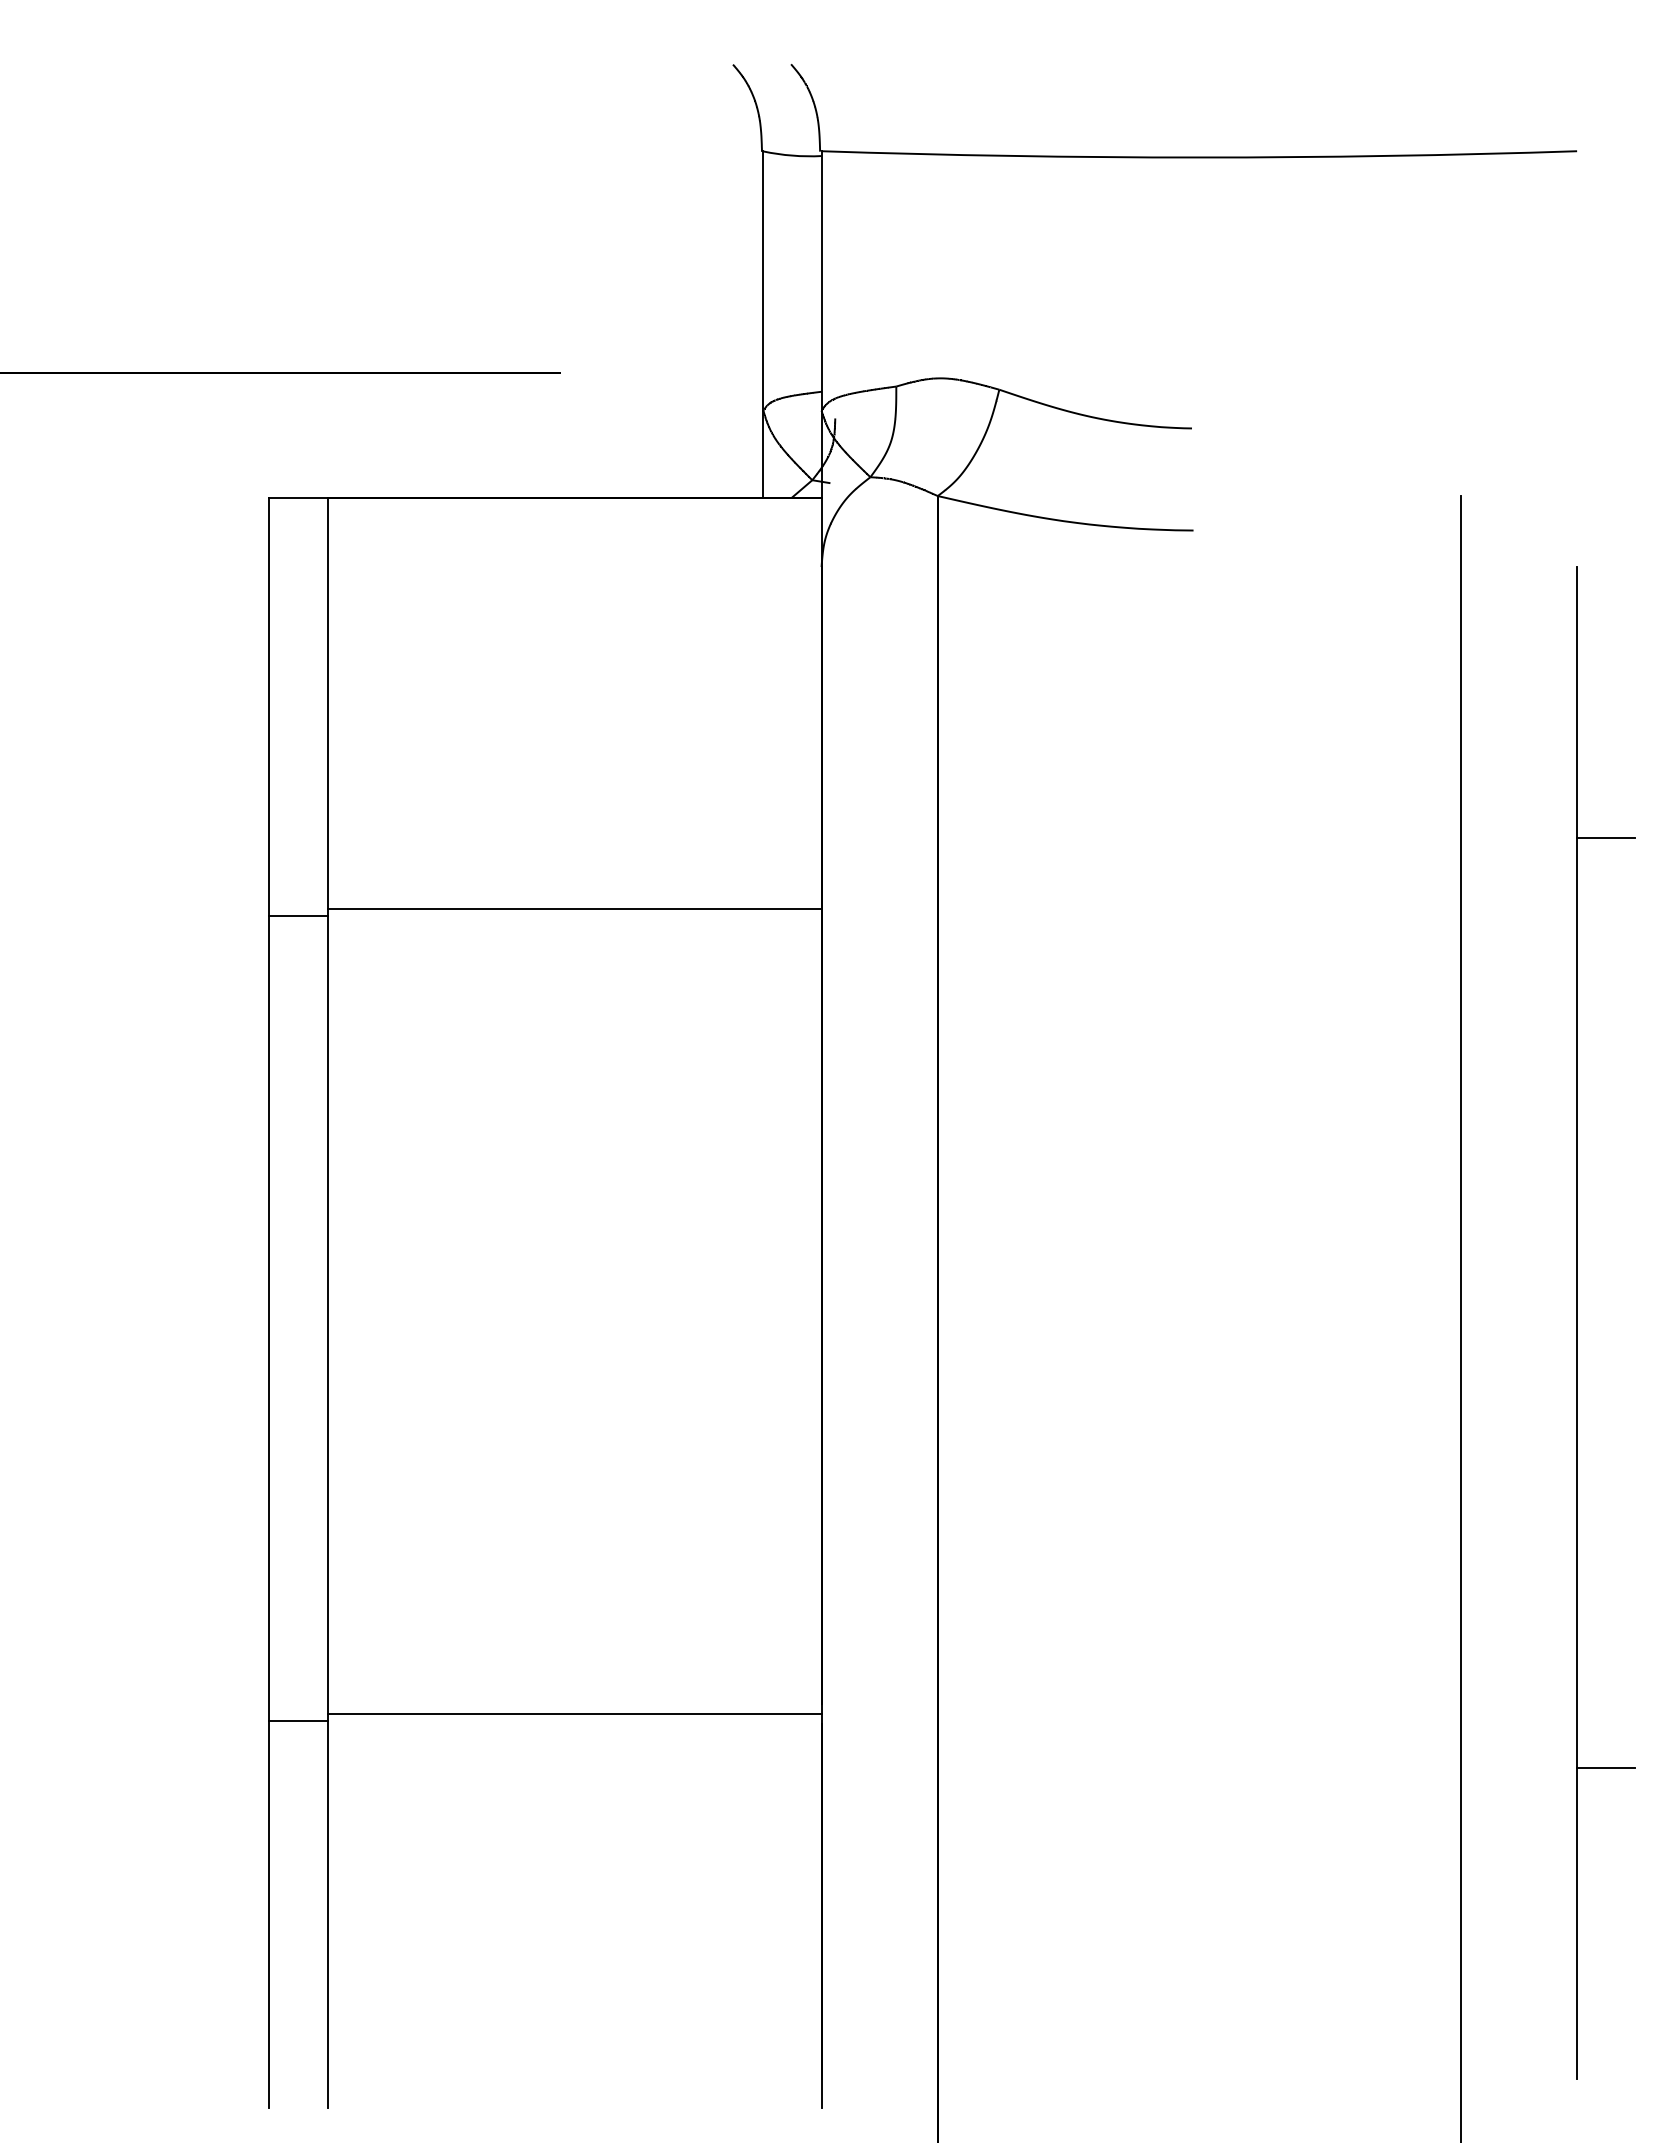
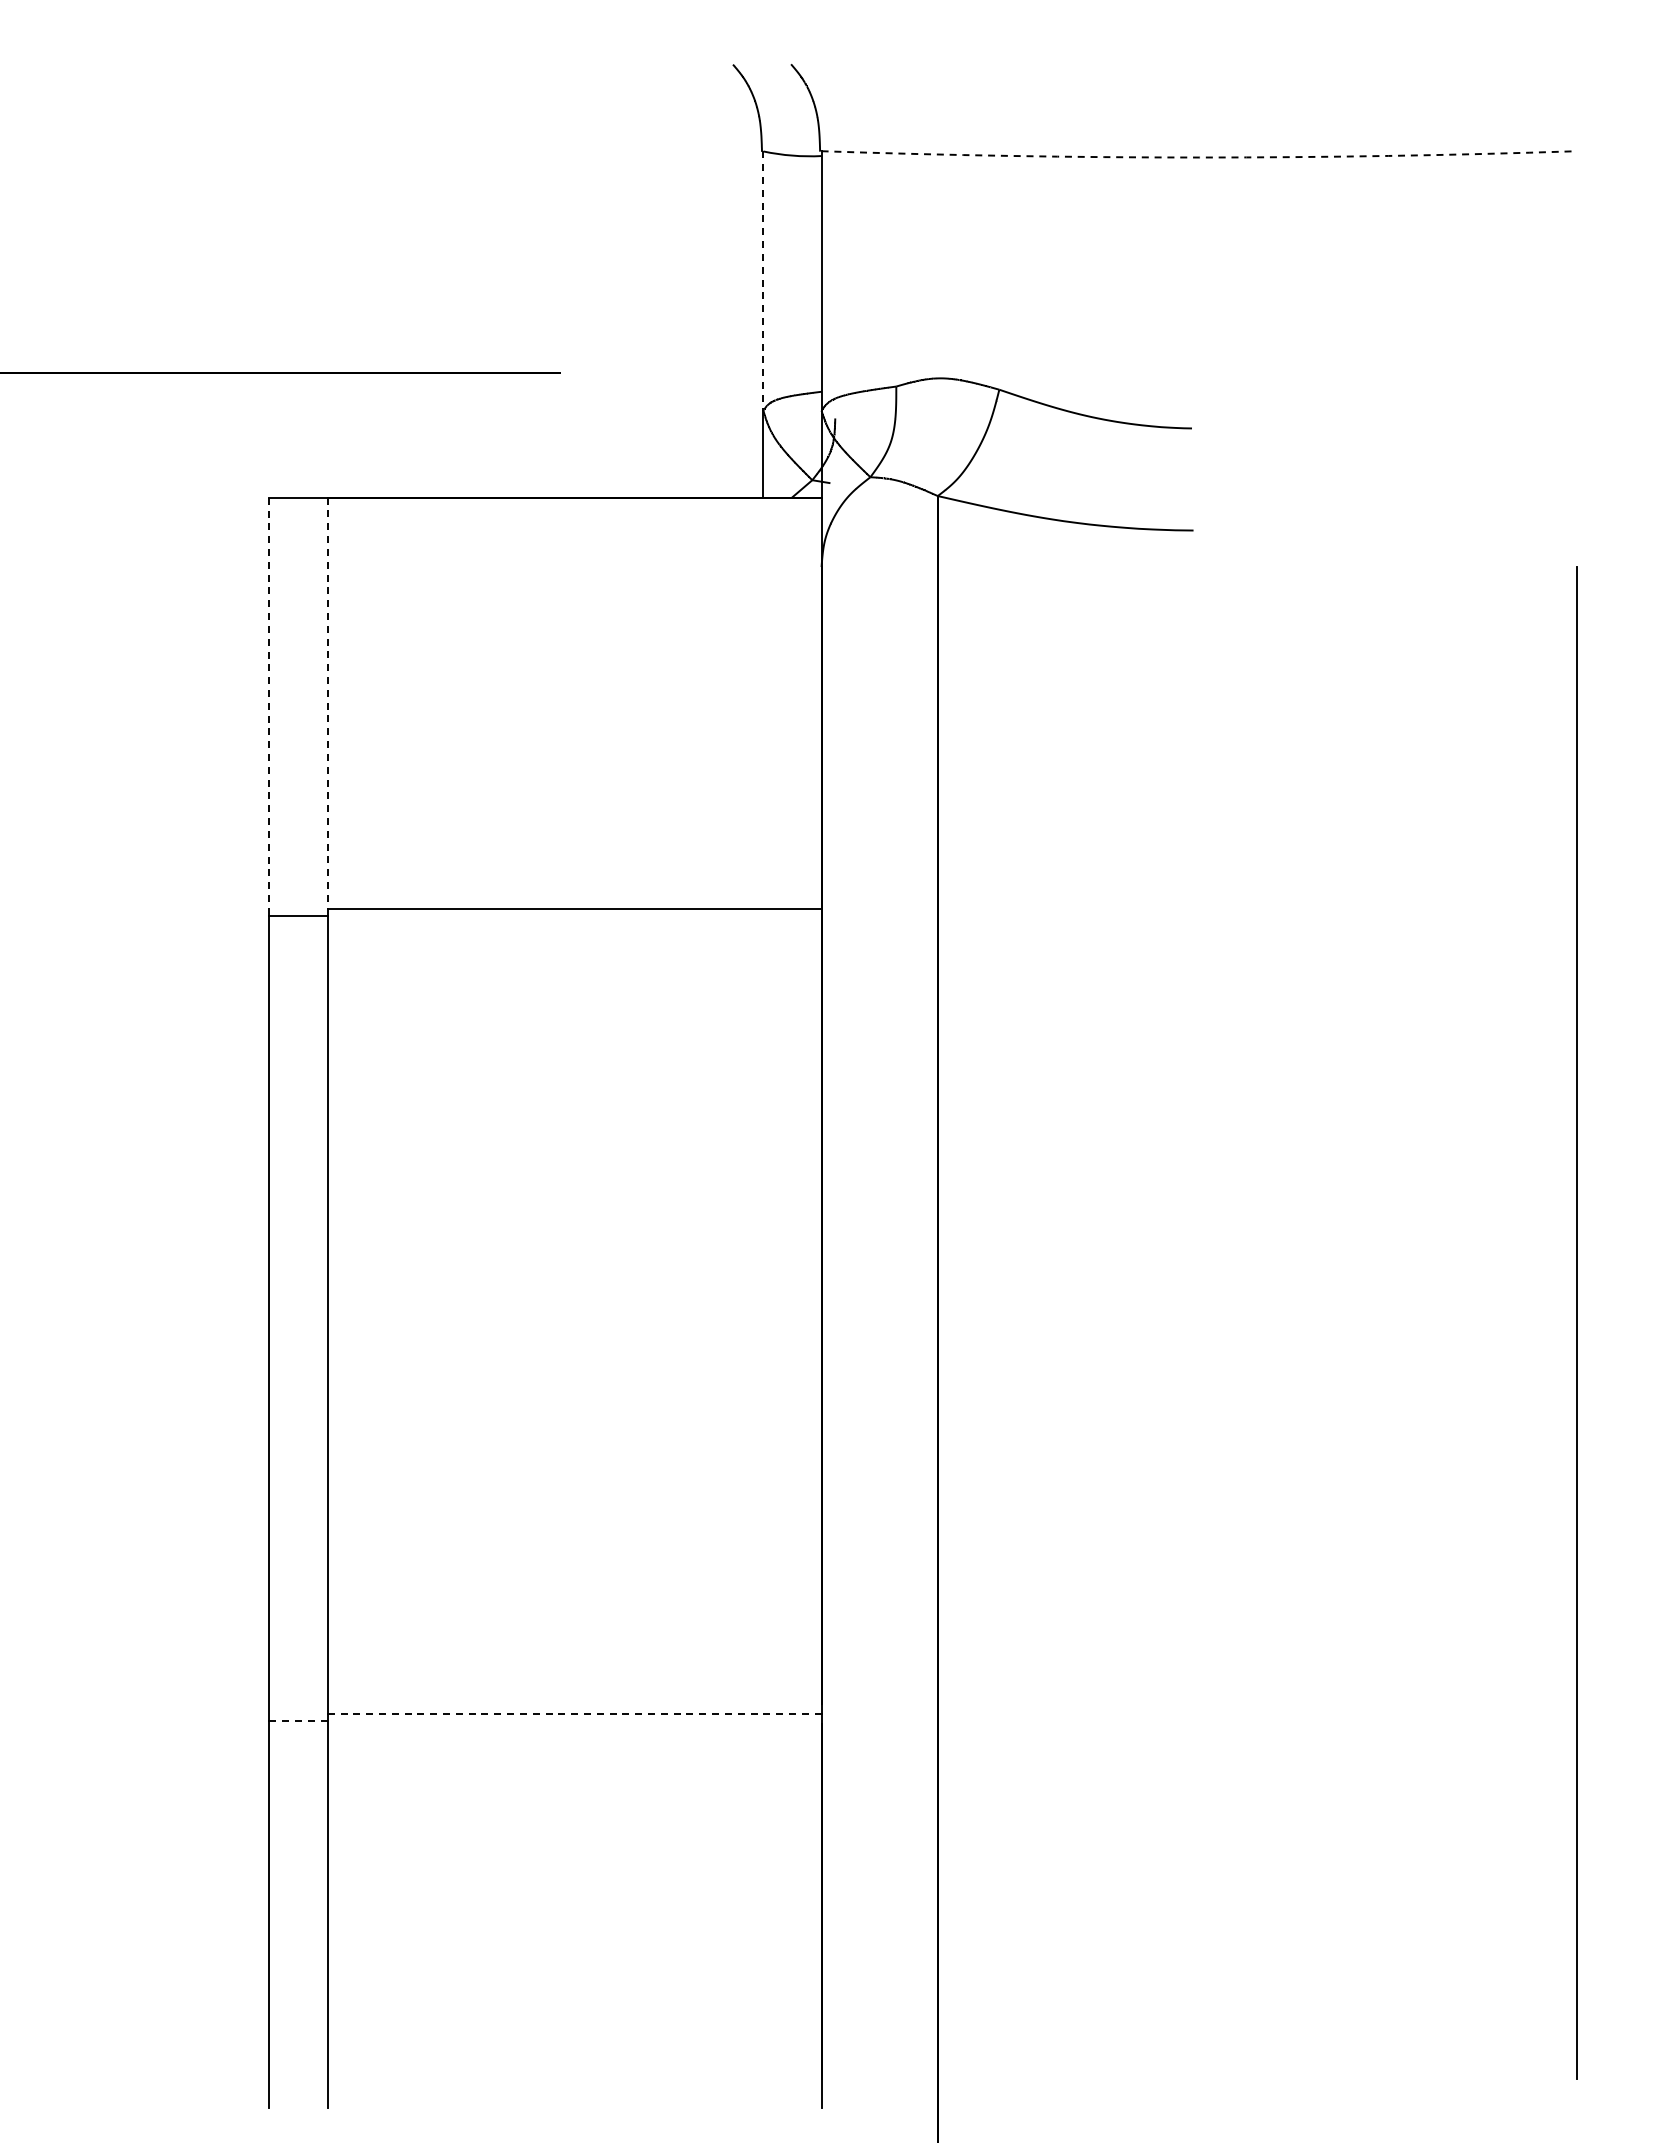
arc at (1199, 157): solid -> dashed
line at (763, 281): solid -> dashed
line at (327, 703): solid -> dashed
line at (269, 707): solid -> dashed
line at (1606, 837): present -> none
line at (1460, 1317): present -> none
line at (574, 1713): solid -> dashed
line at (298, 1721): solid -> dashed
line at (1606, 1767): present -> none
